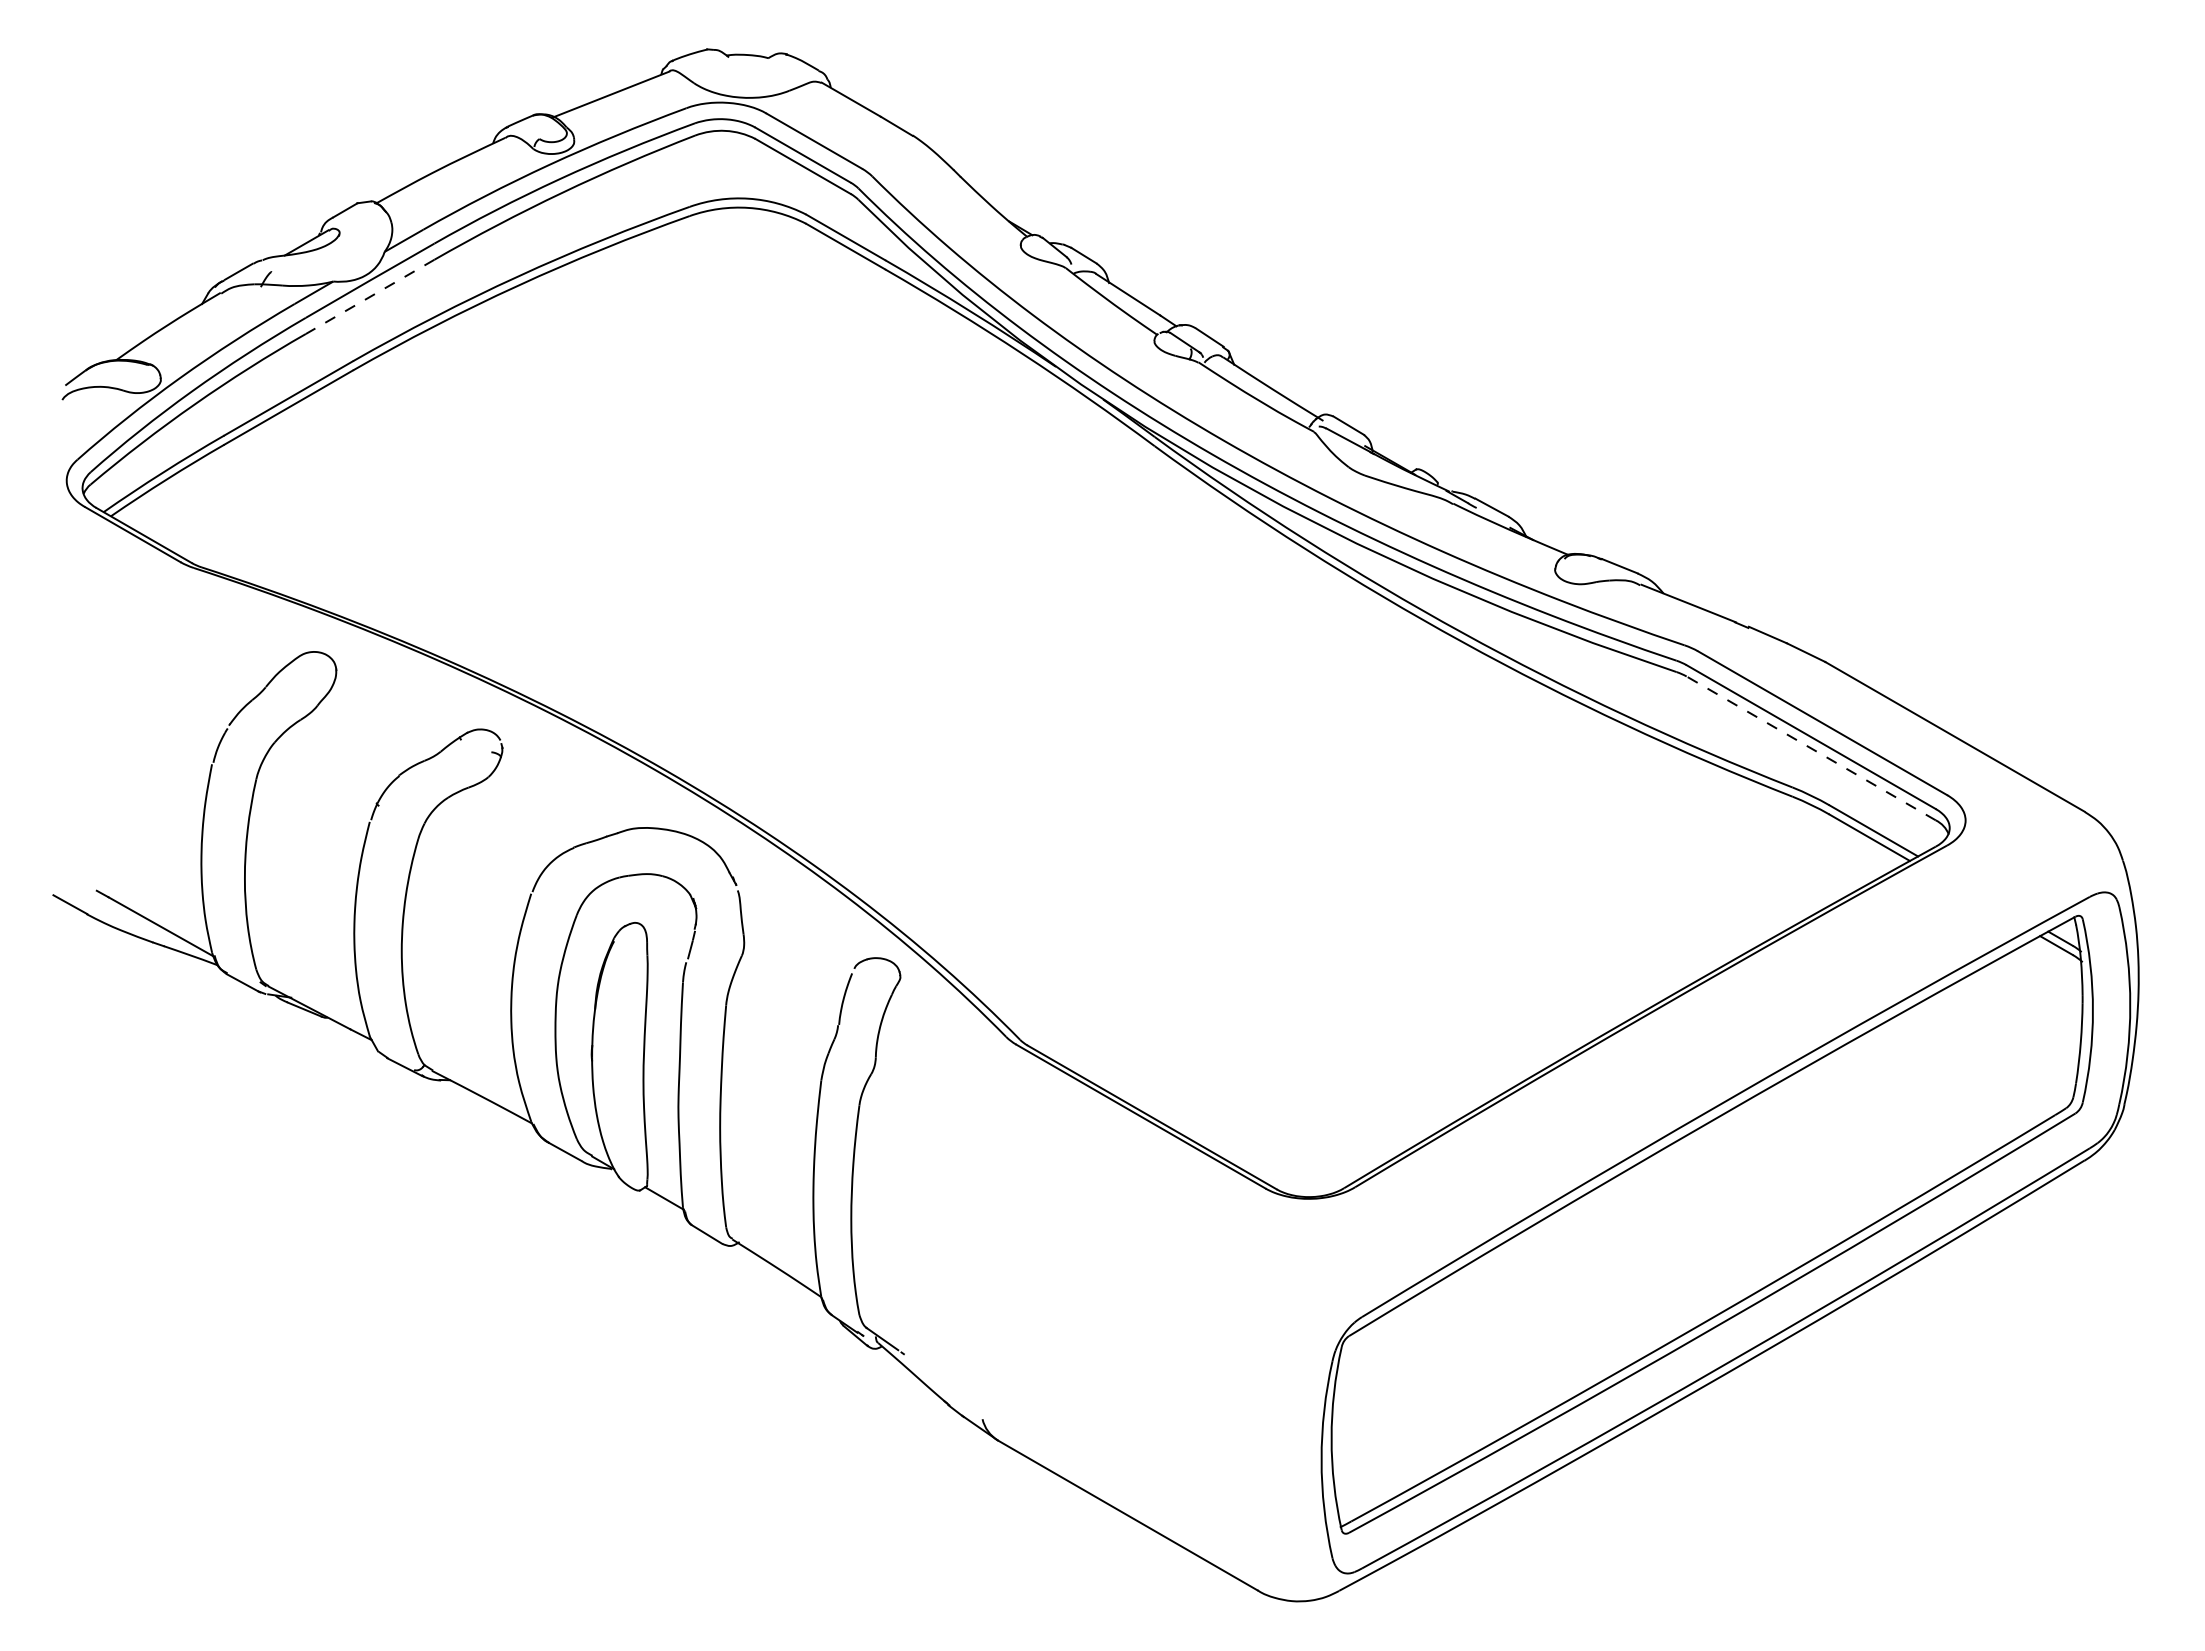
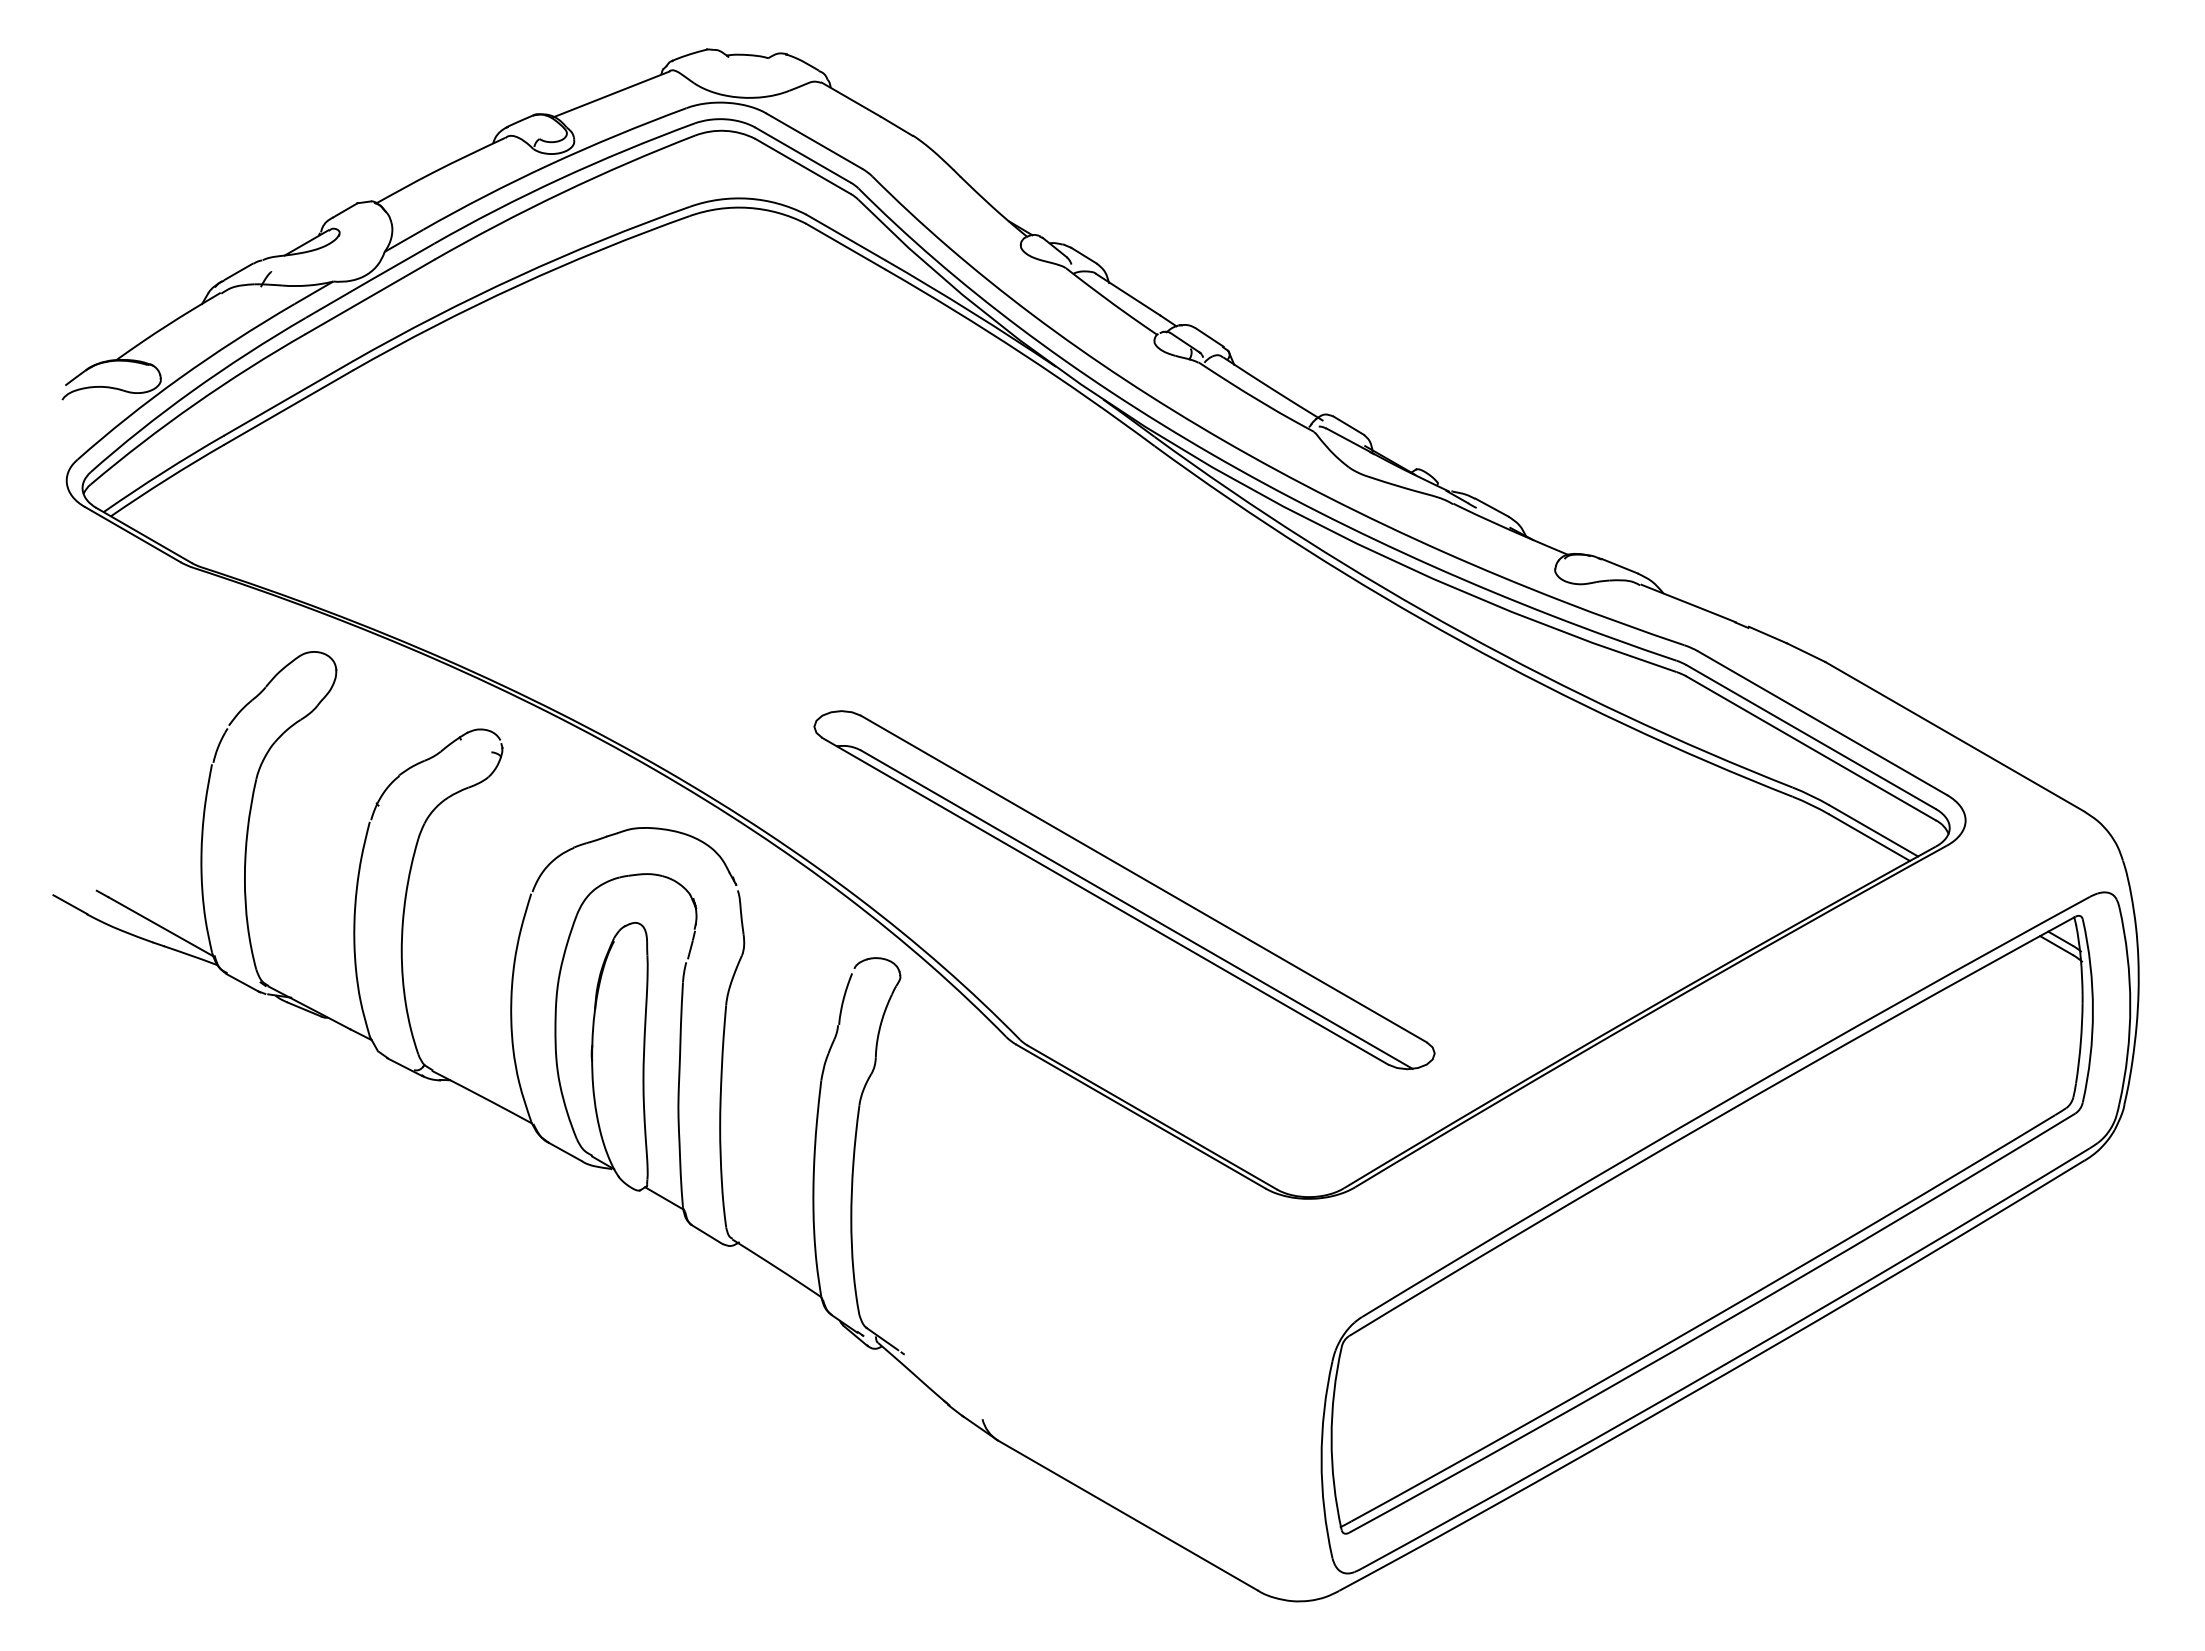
line at (369, 297): dashed -> solid
line at (1811, 748): dashed -> solid
part at (1124, 890): none -> present
